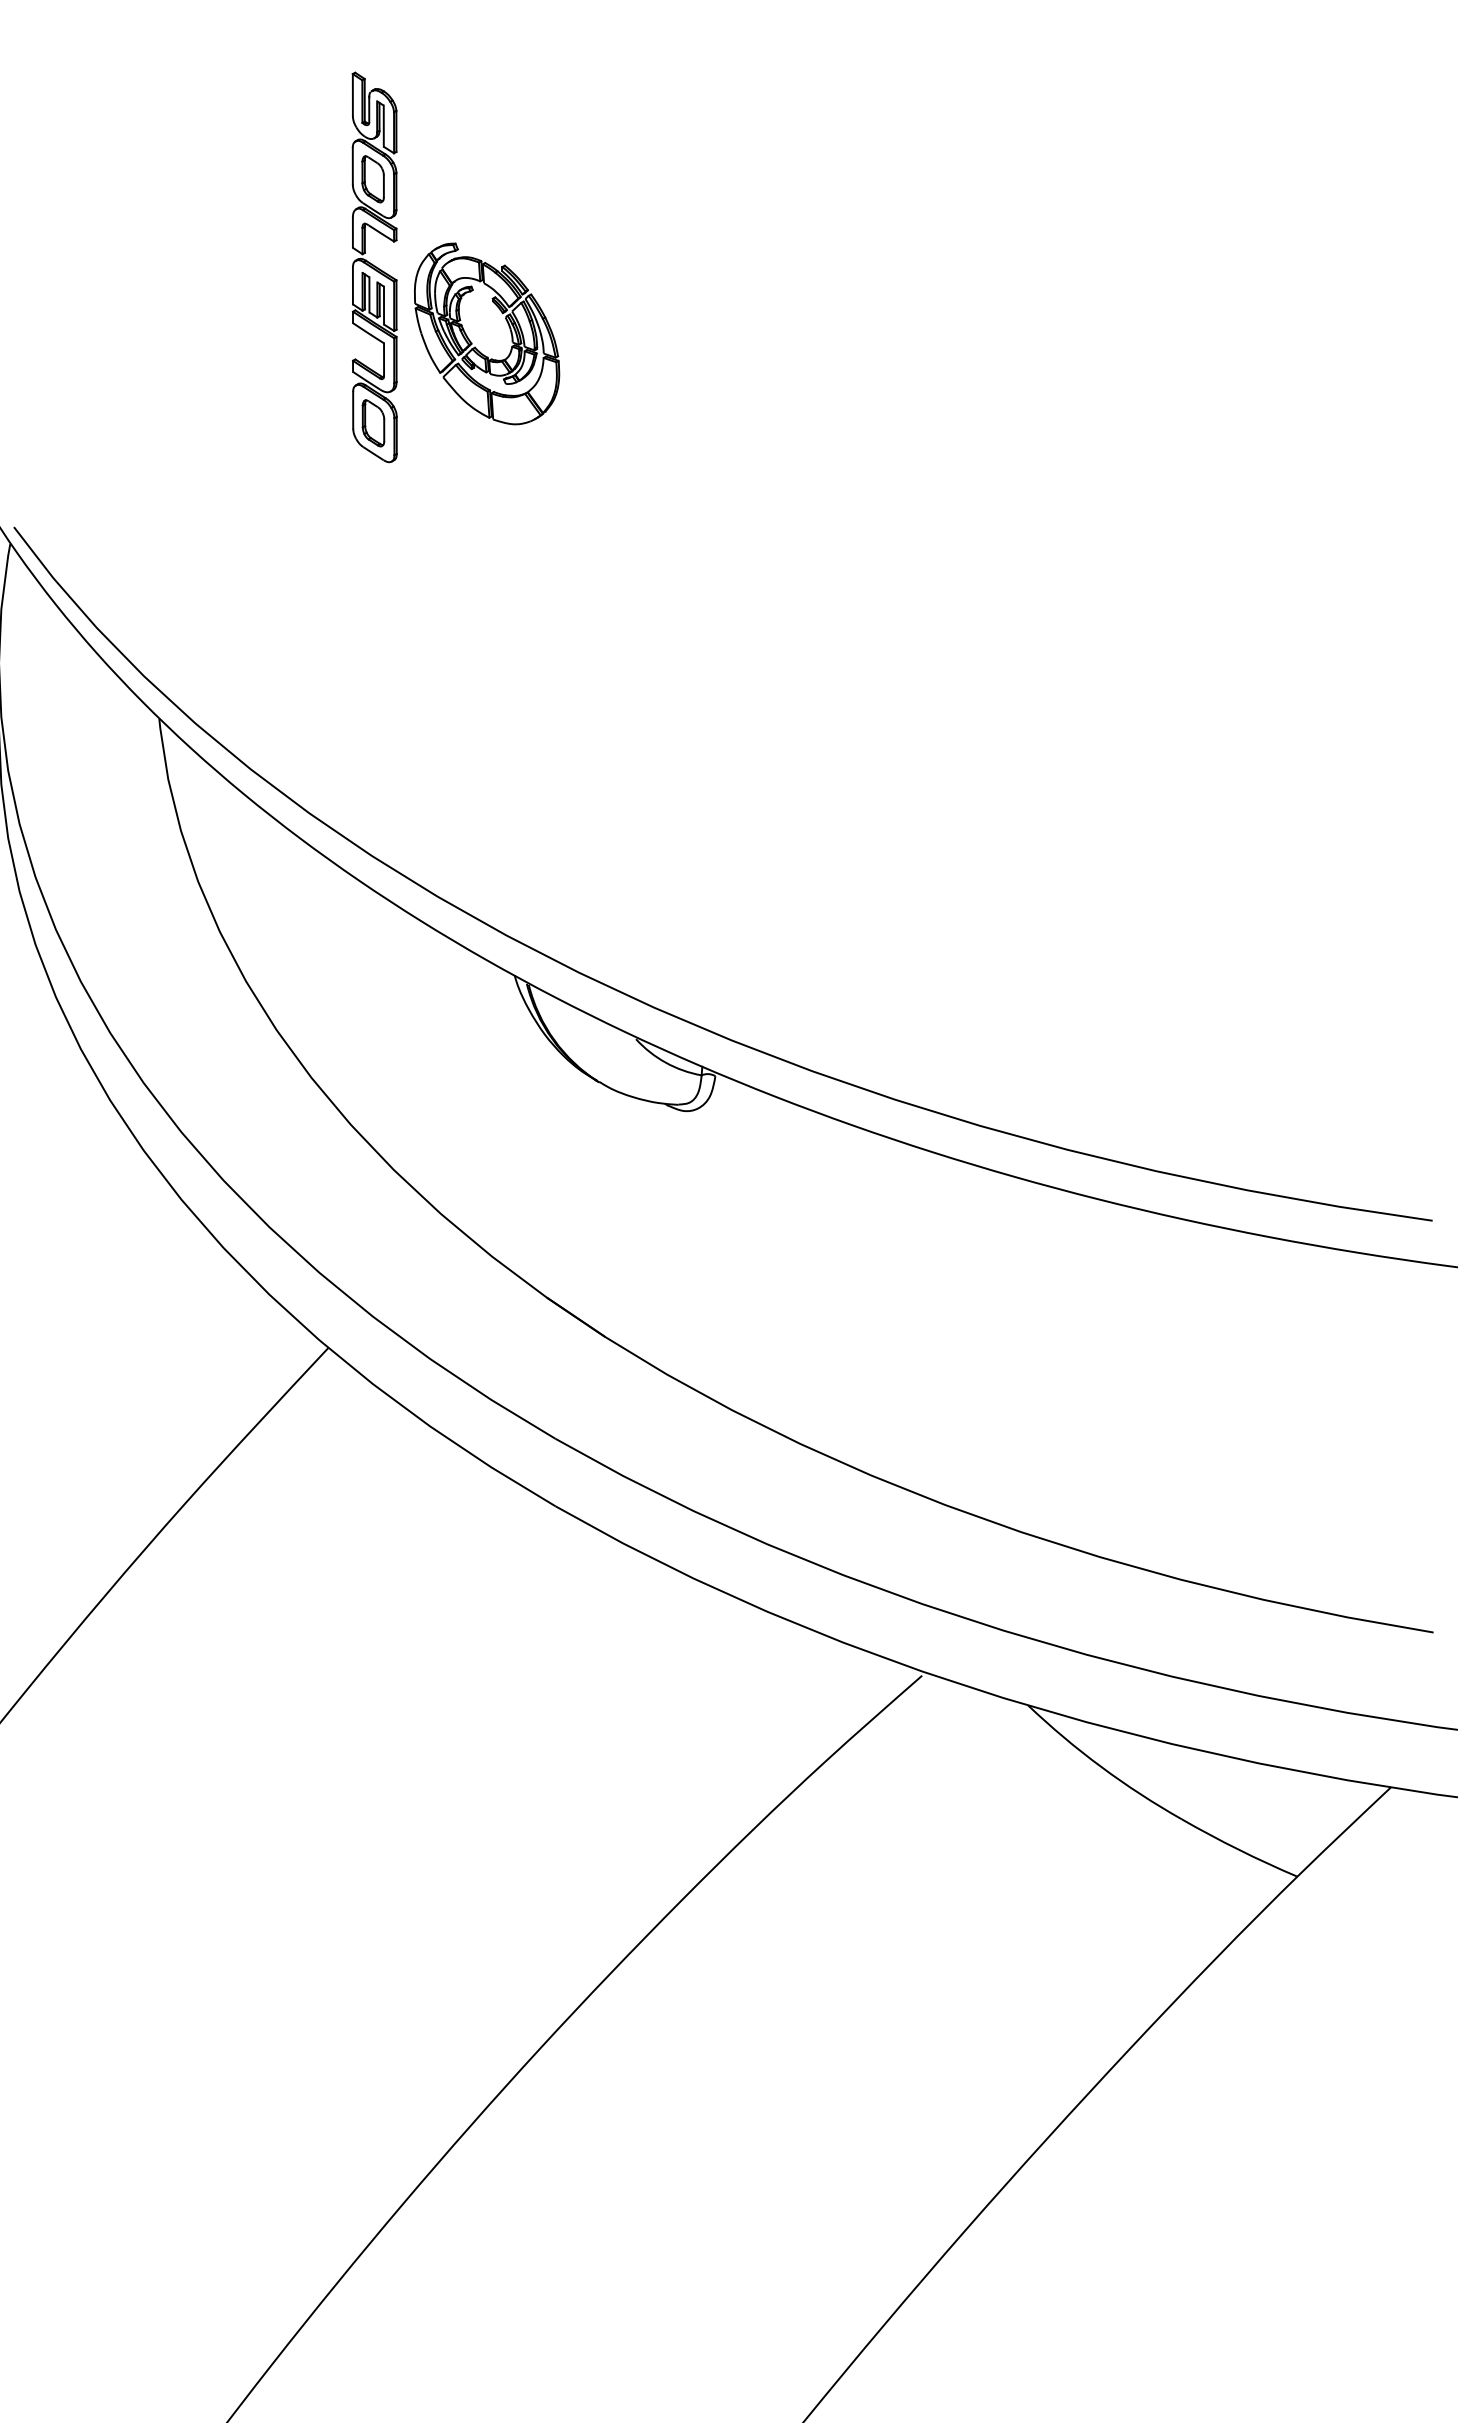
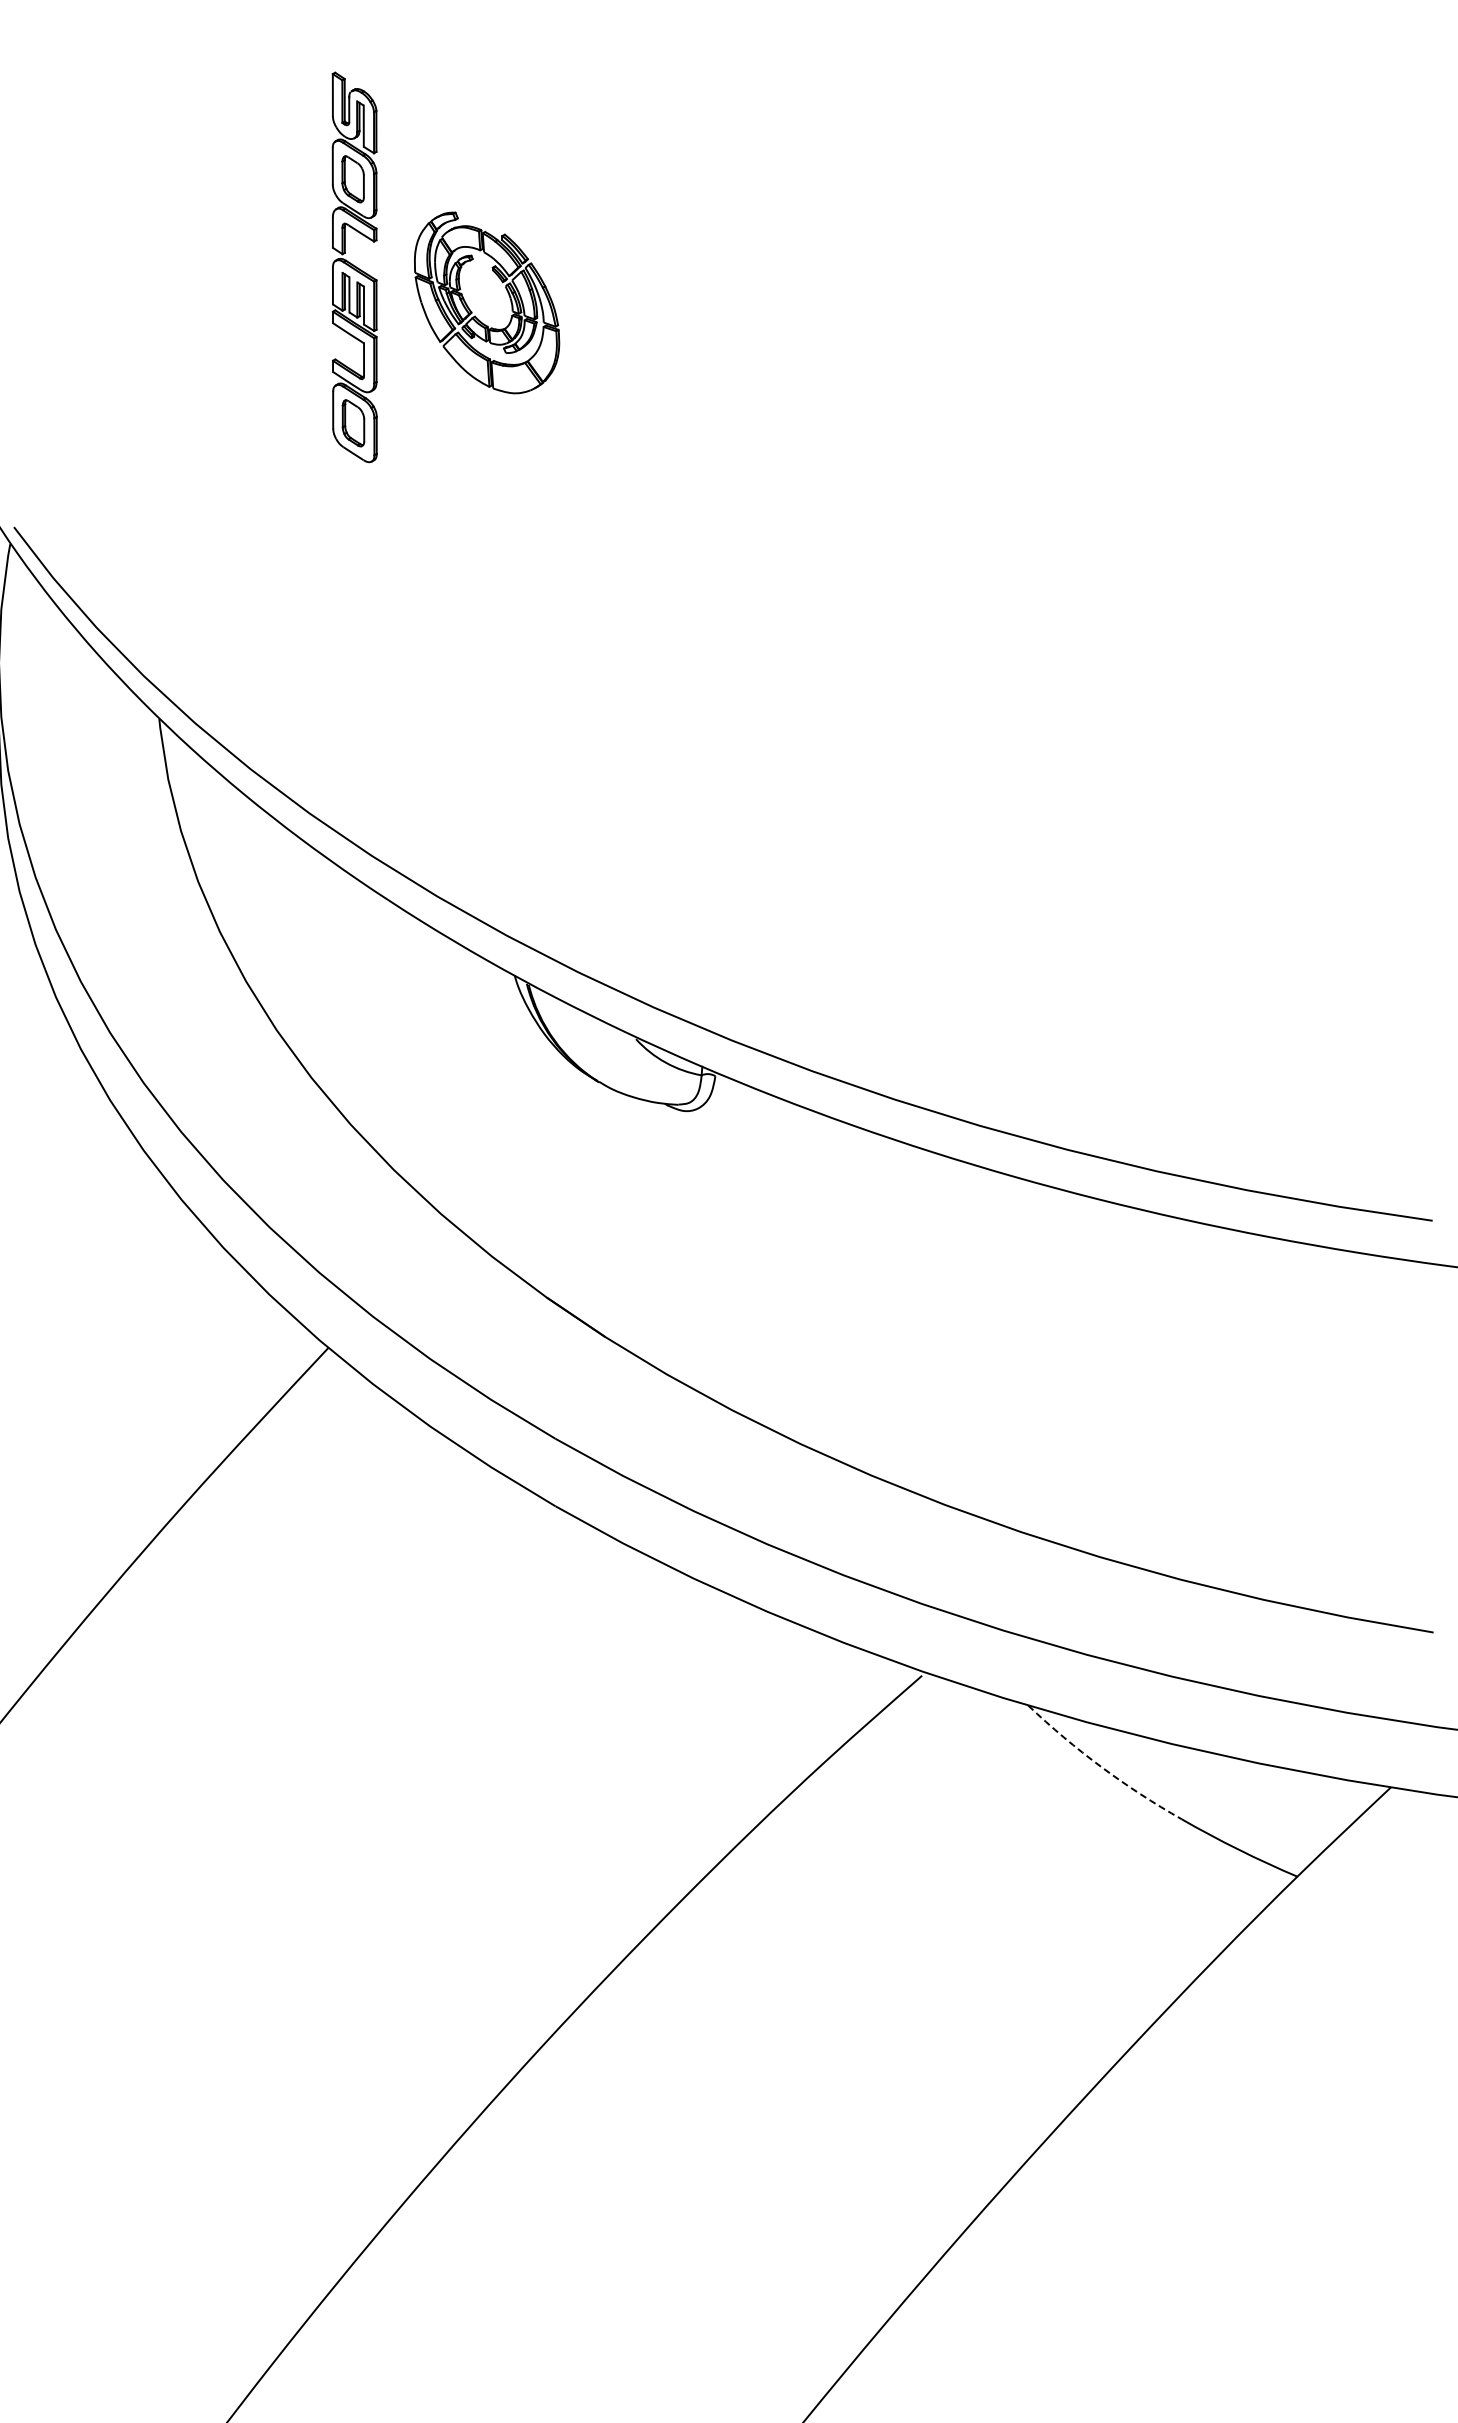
part at (374, 267) position: (374, 267) -> (354, 267)
part at (475, 346) position: (475, 346) -> (475, 315)
arc at (1101, 1767): solid -> dashed
